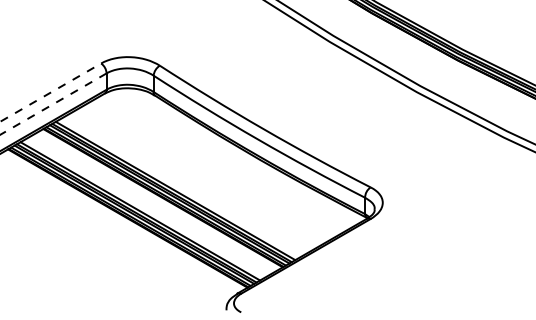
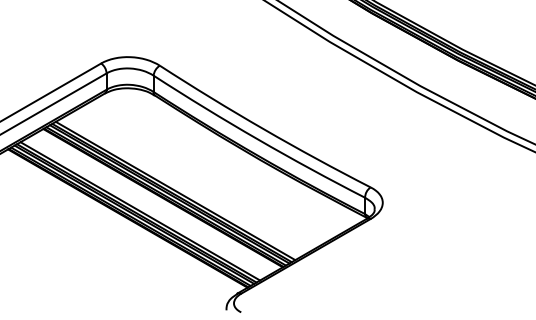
line at (51, 92): dashed -> solid
line at (53, 104): dashed -> solid
